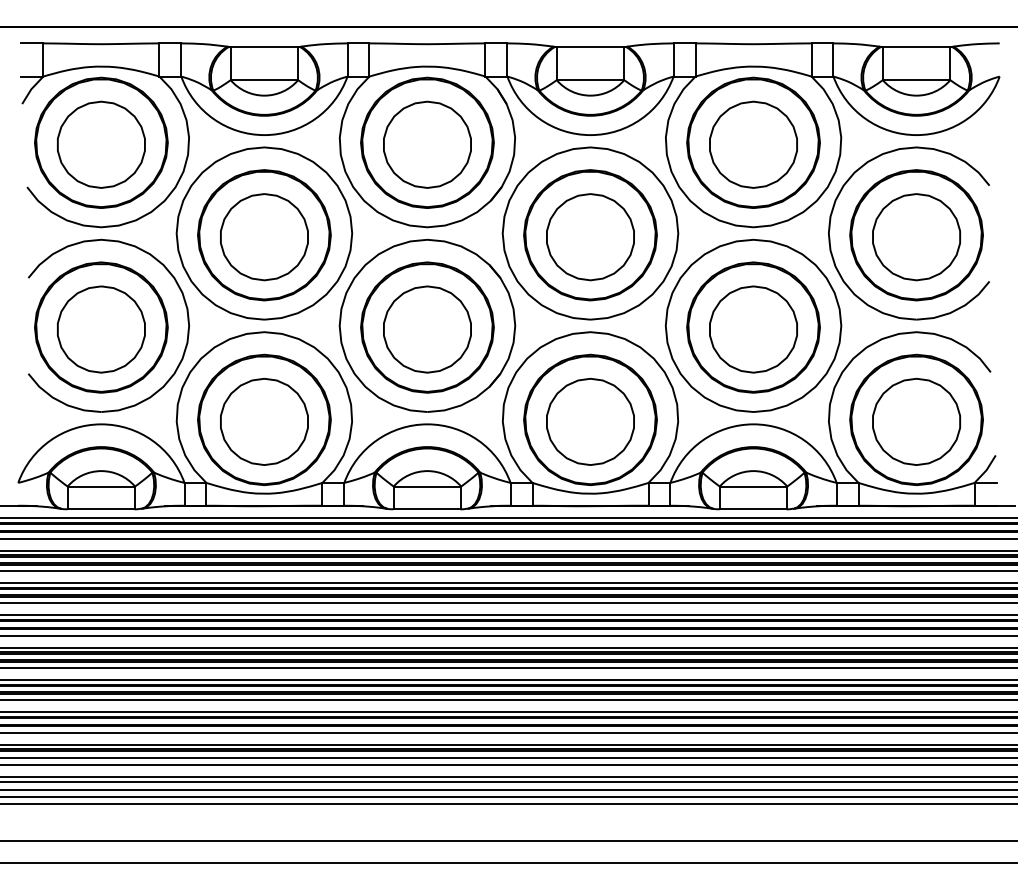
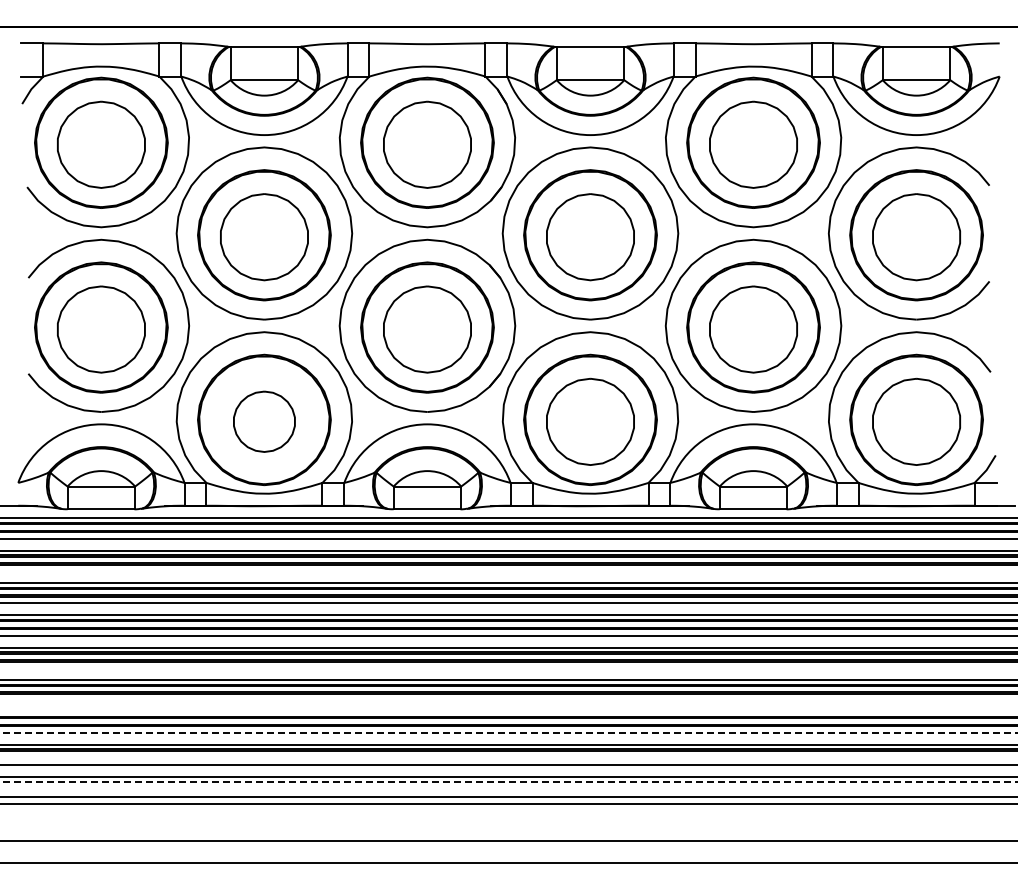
part at (264, 421) size: 89x89 px -> 63x63 px
line at (508, 571): present -> none
line at (508, 668): present -> none
line at (508, 700): present -> none
line at (508, 712): present -> none
line at (508, 732): solid -> dashed
line at (508, 757): present -> none
line at (508, 782): solid -> dashed
line at (508, 790): present -> none
